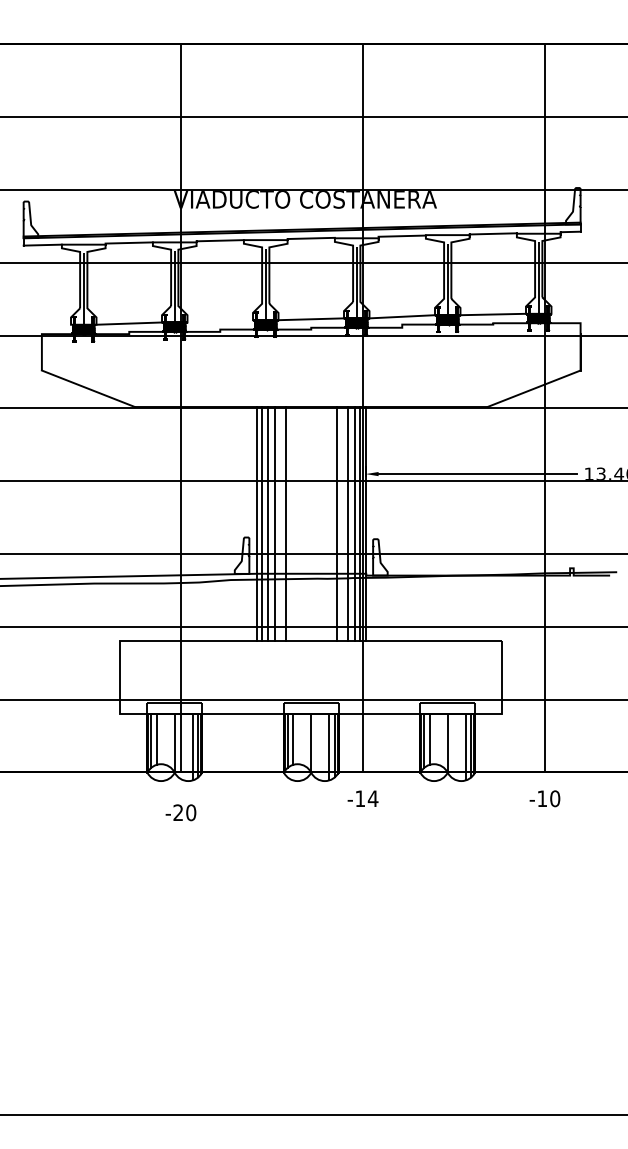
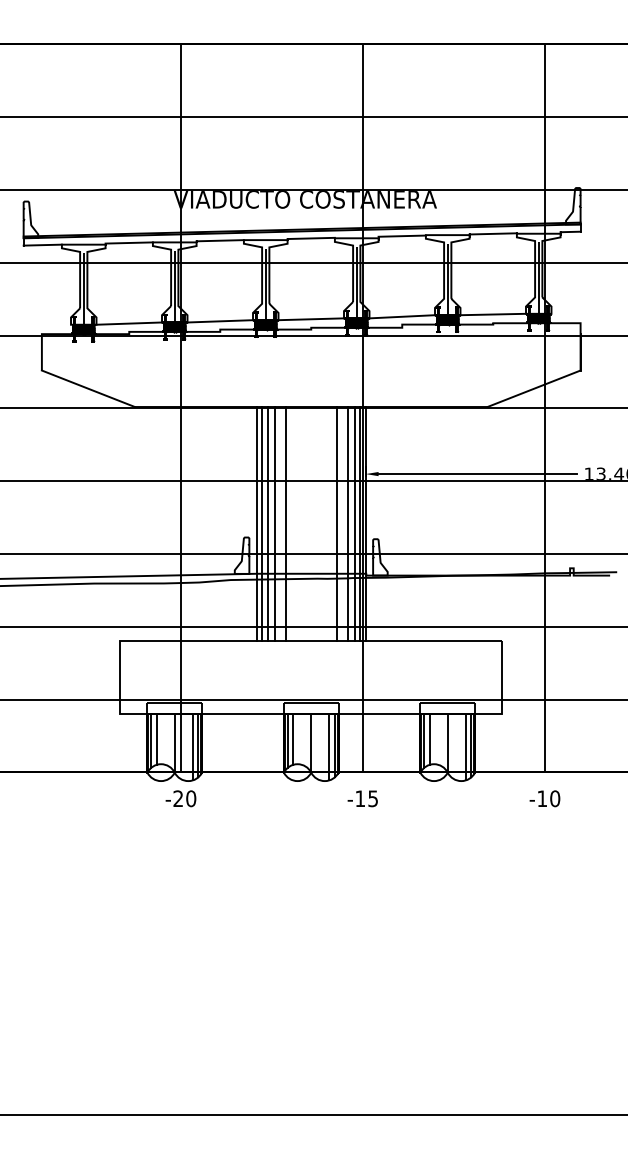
line at (220, 321): none -> present
text at (372, 798): -14 -> -15
text at (180, 812) position: (180, 812) -> (180, 798)
